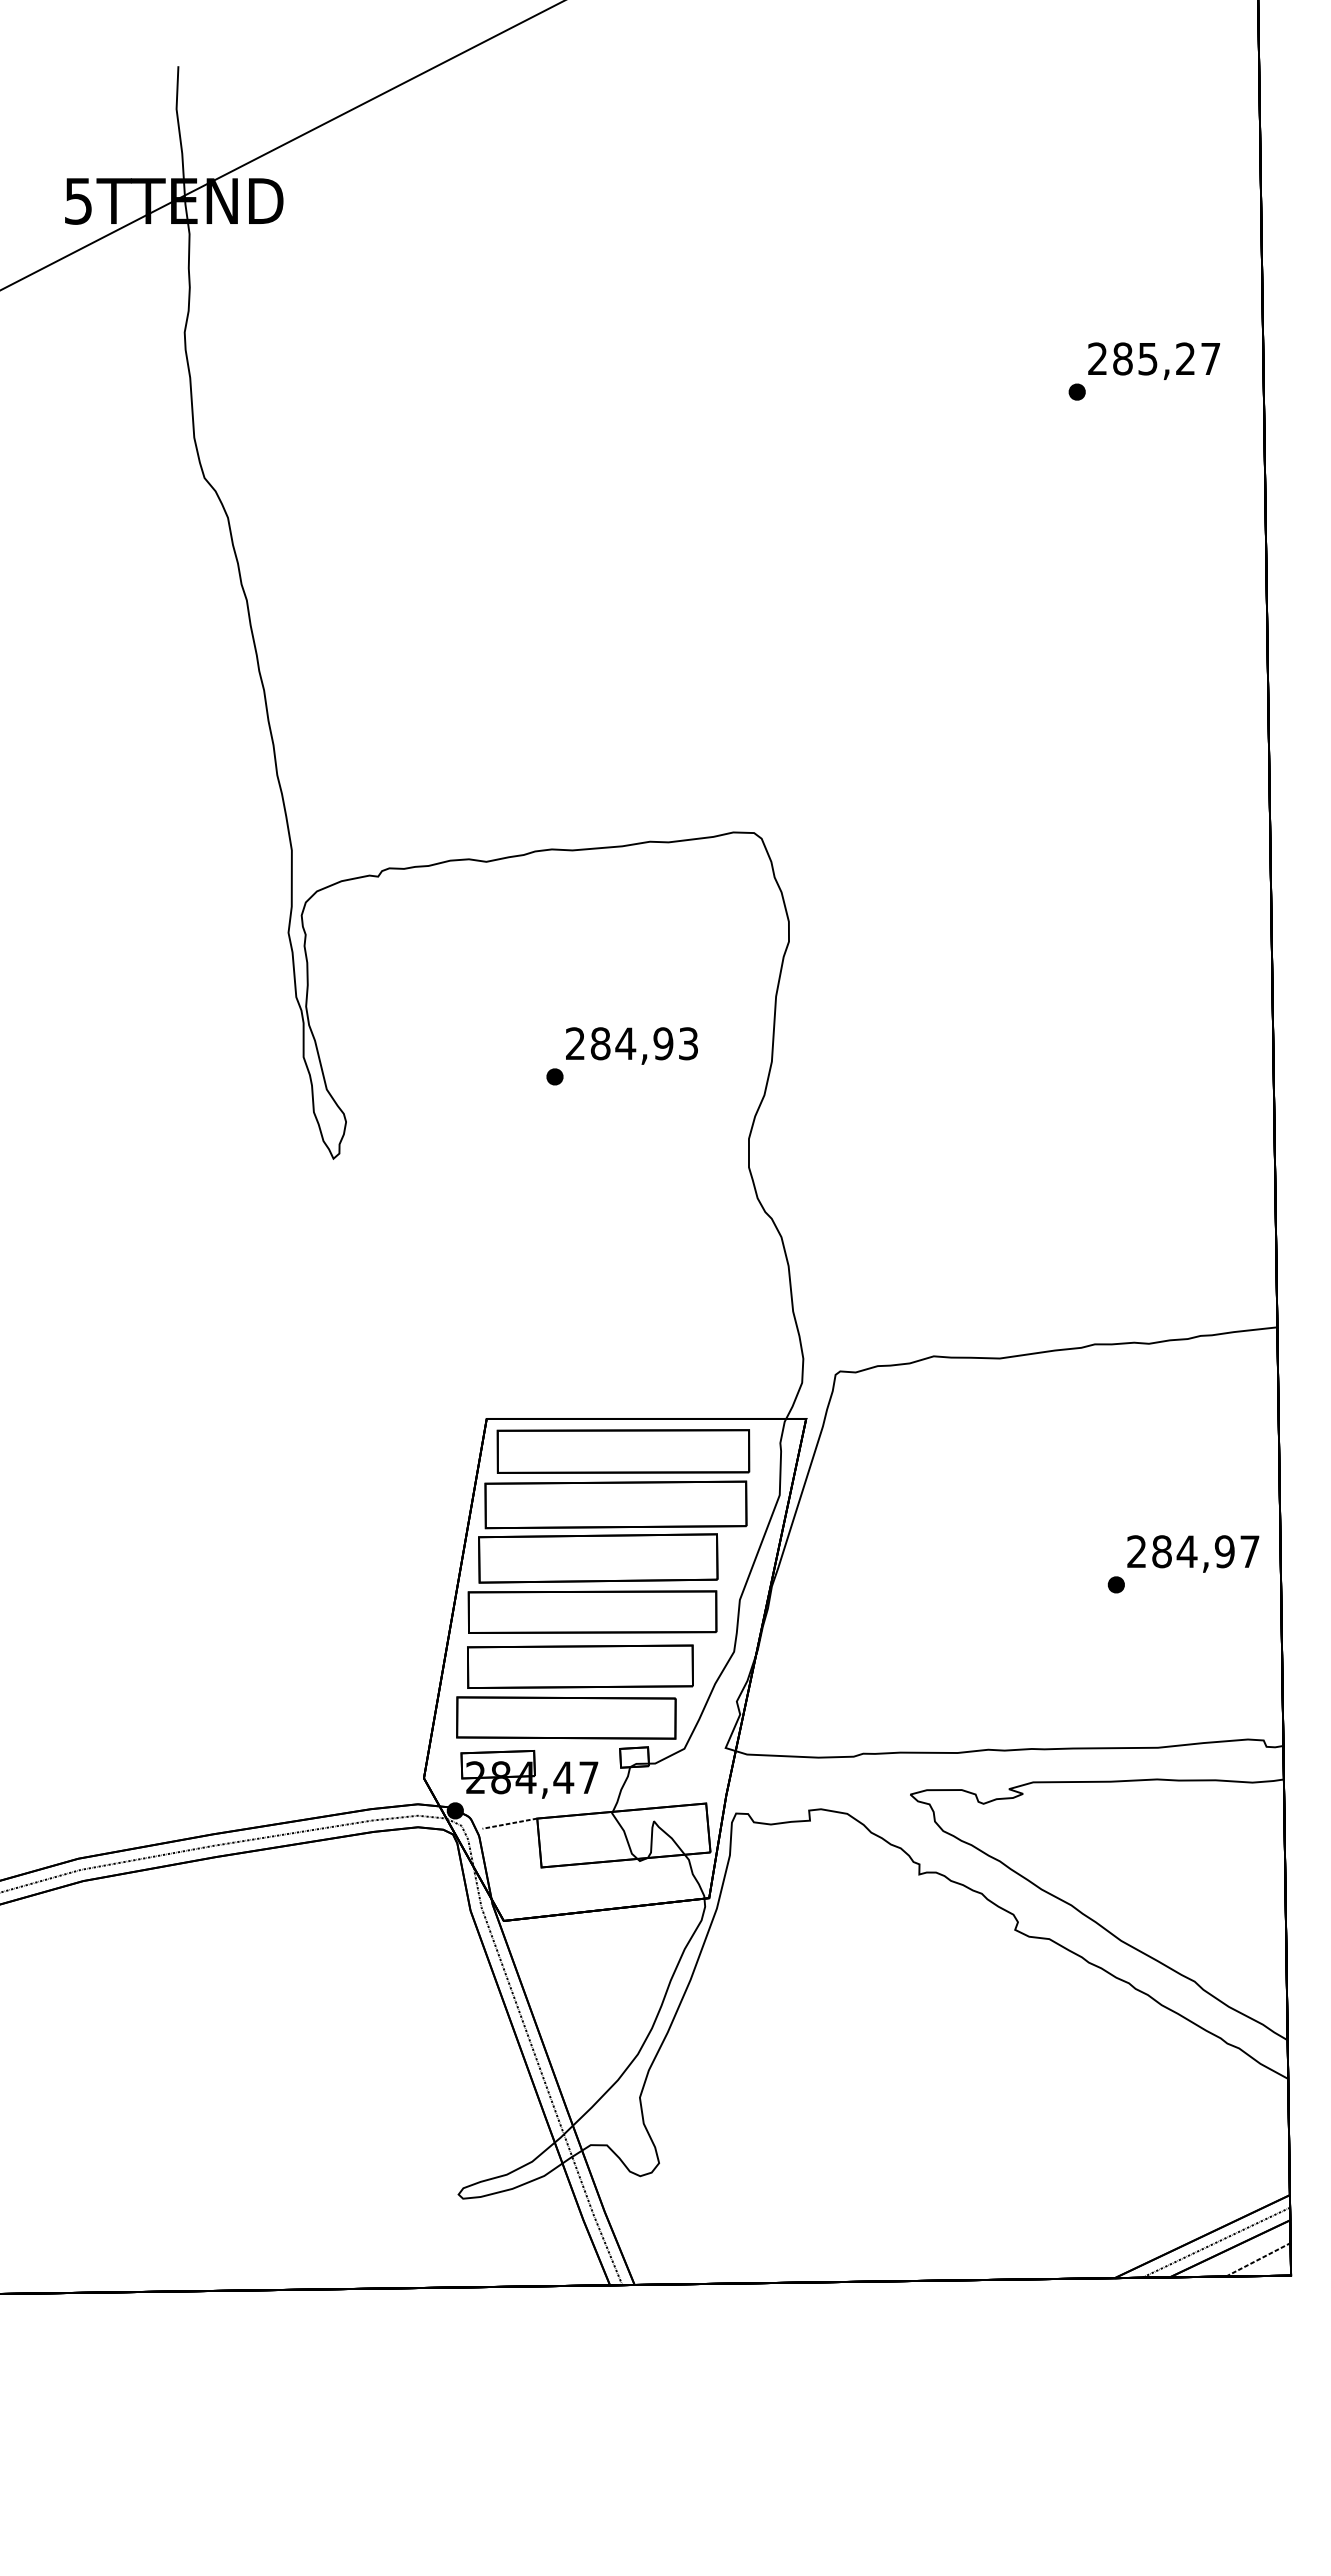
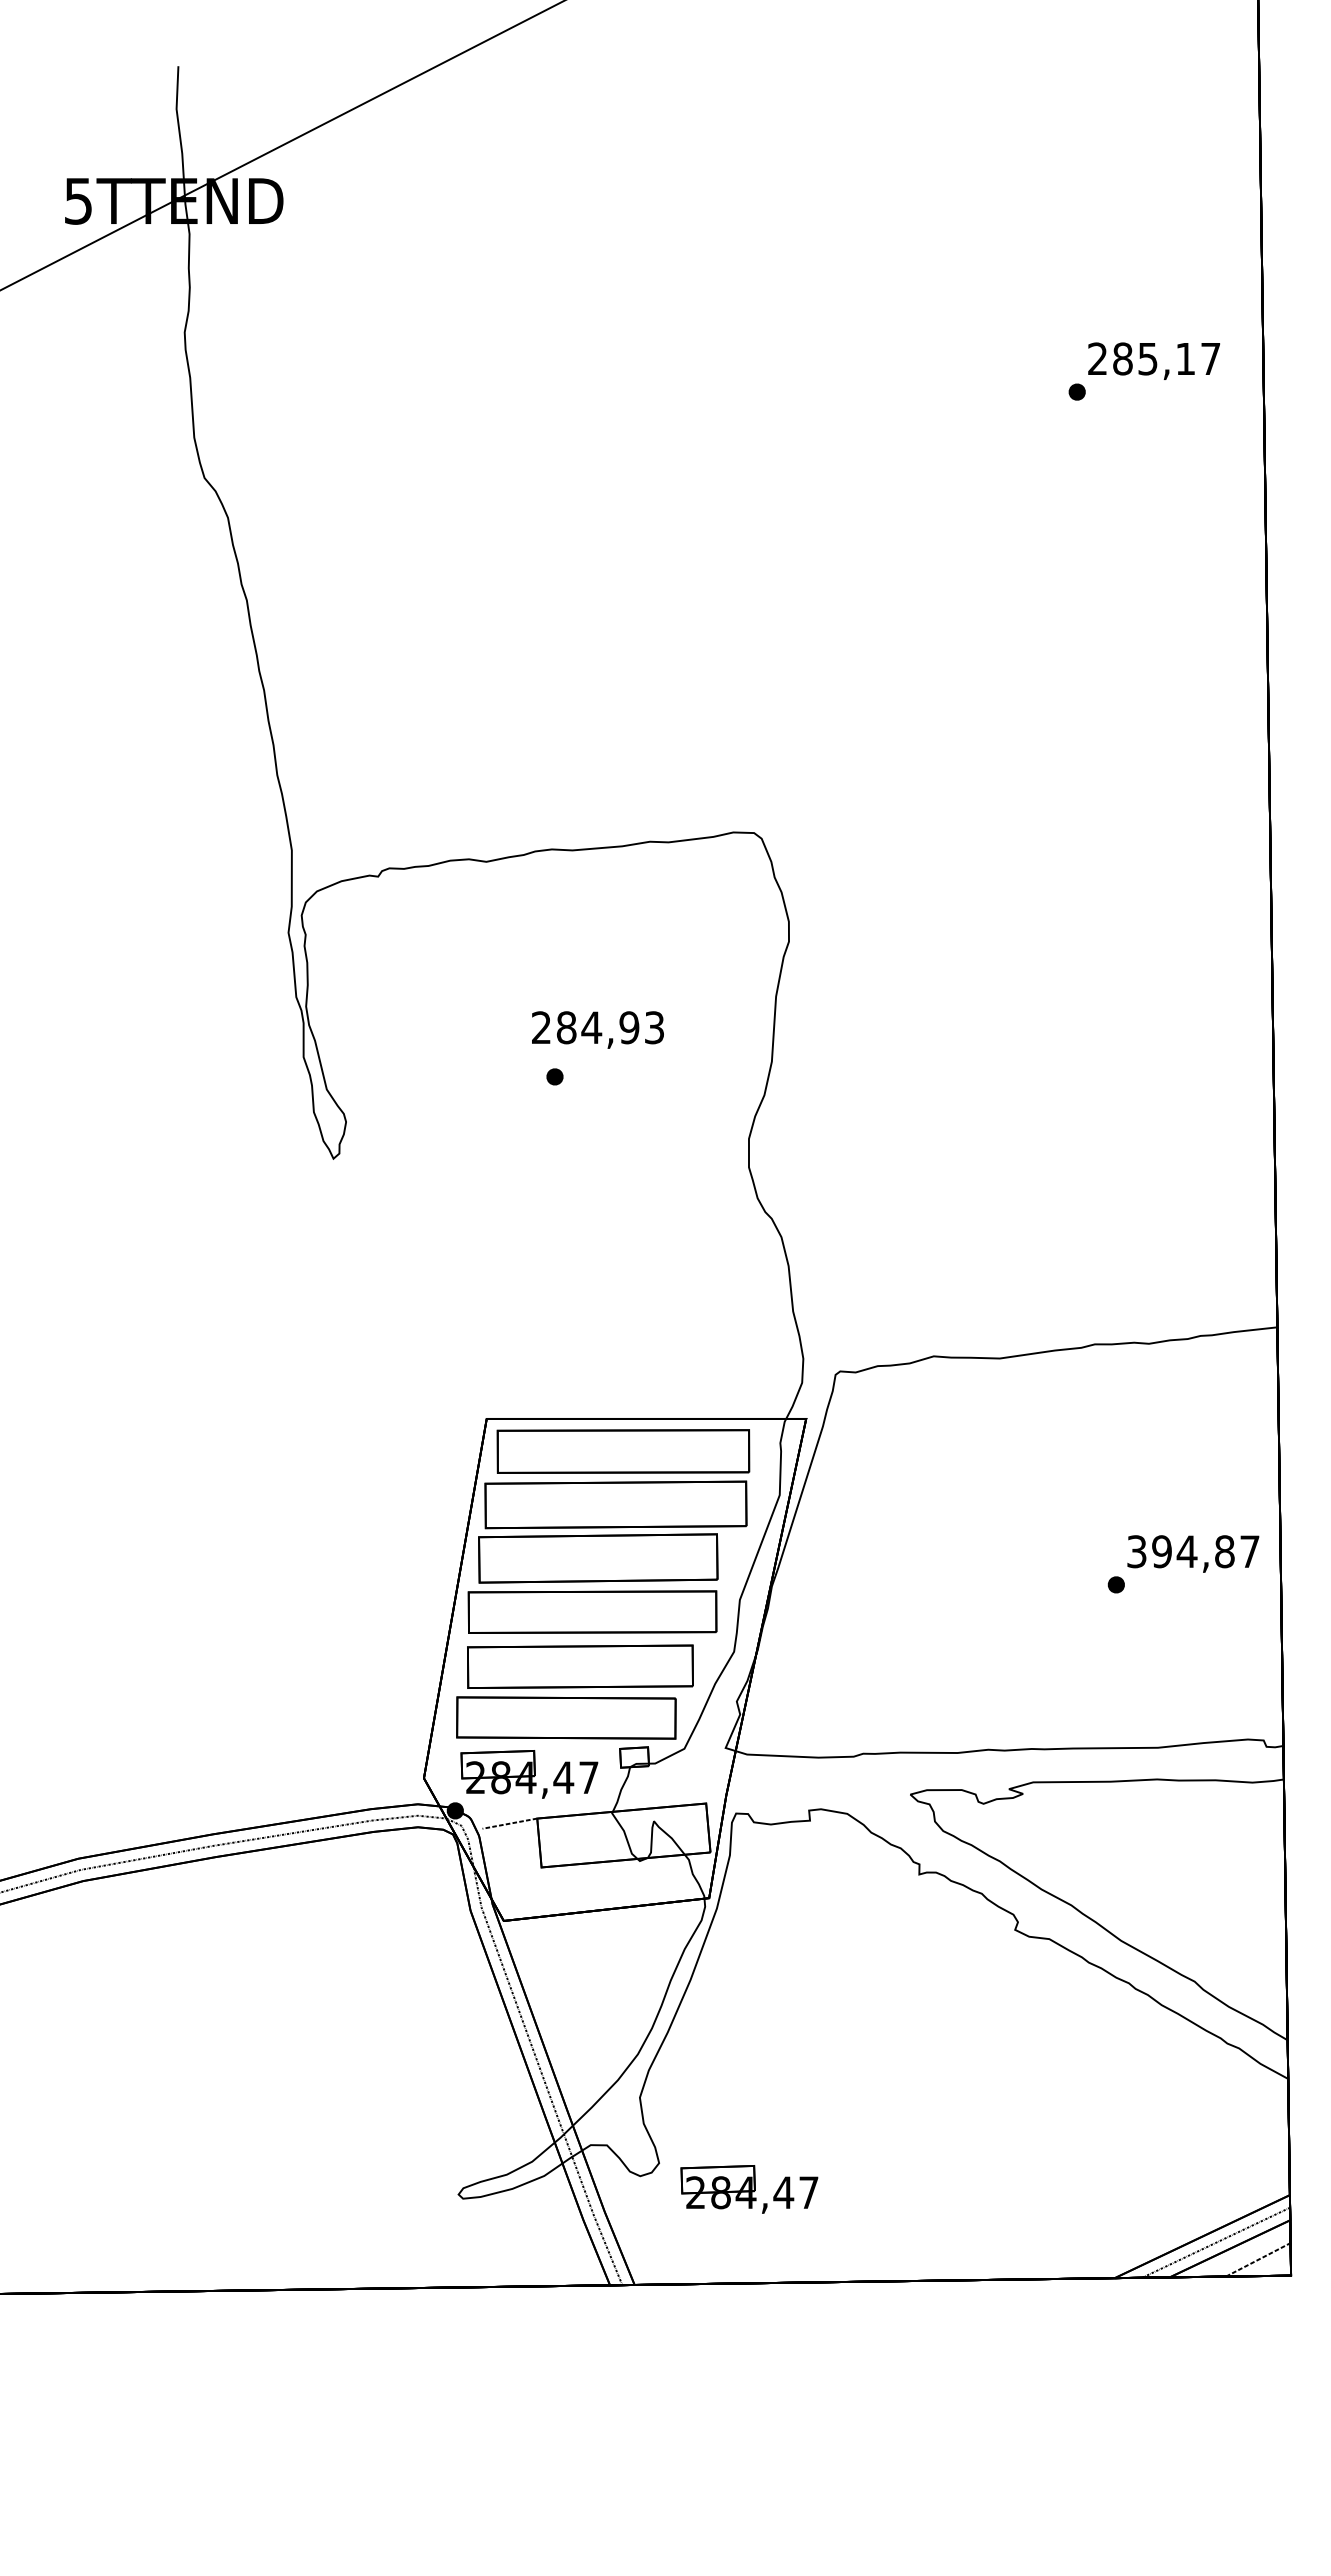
text at (1185, 358): 285,27 -> 285,17
text at (631, 1045) position: (631, 1045) -> (597, 1029)
text at (1180, 1551): 284,97 -> 394,87
part at (749, 2189): none -> present
